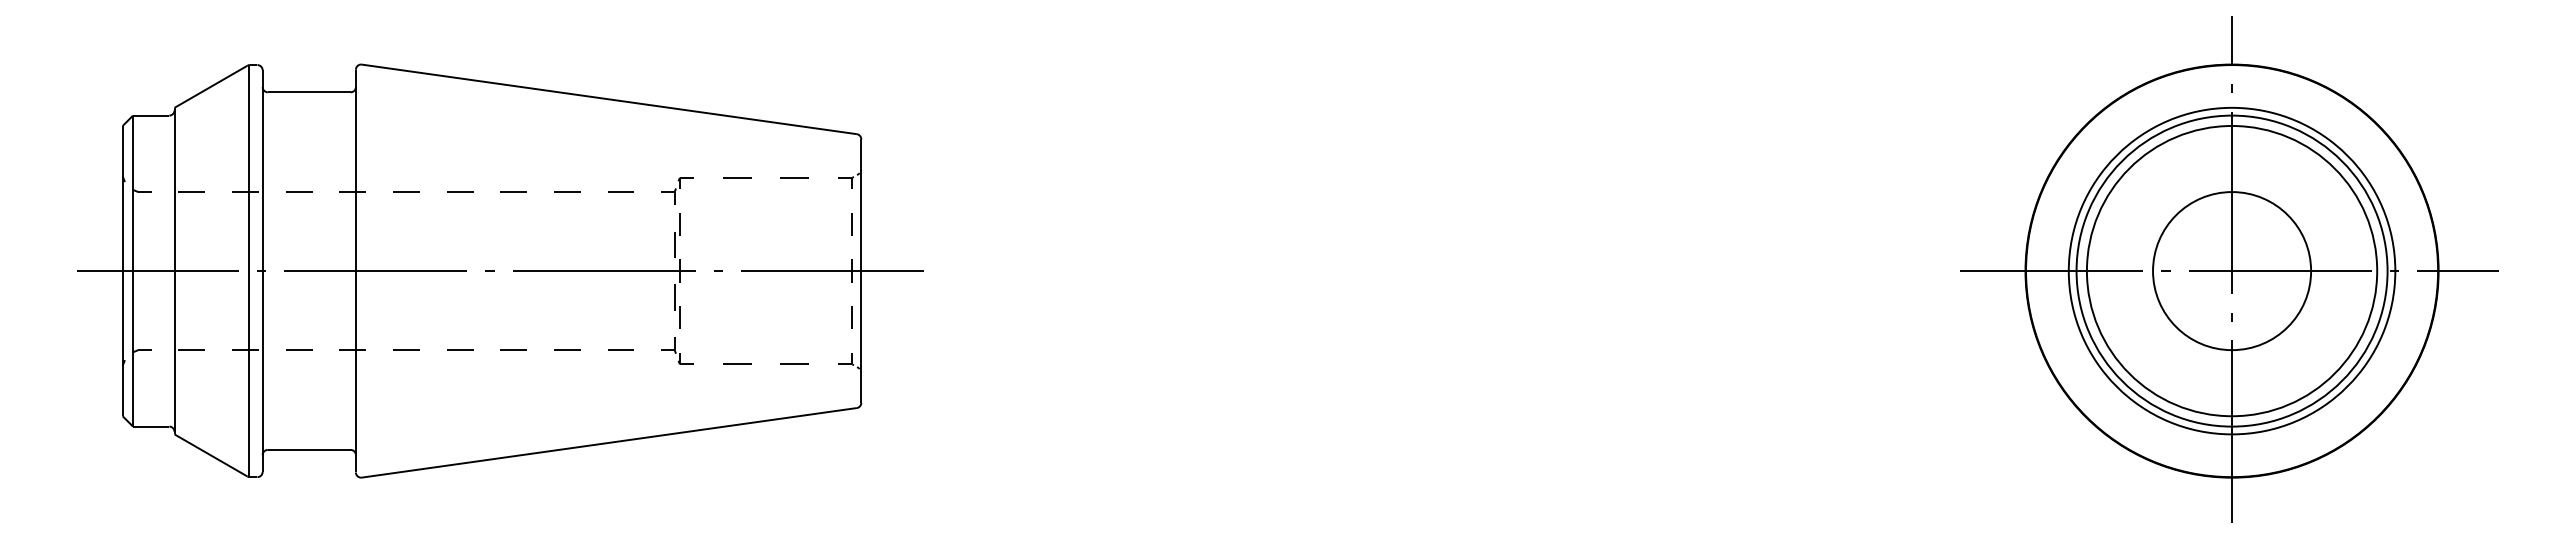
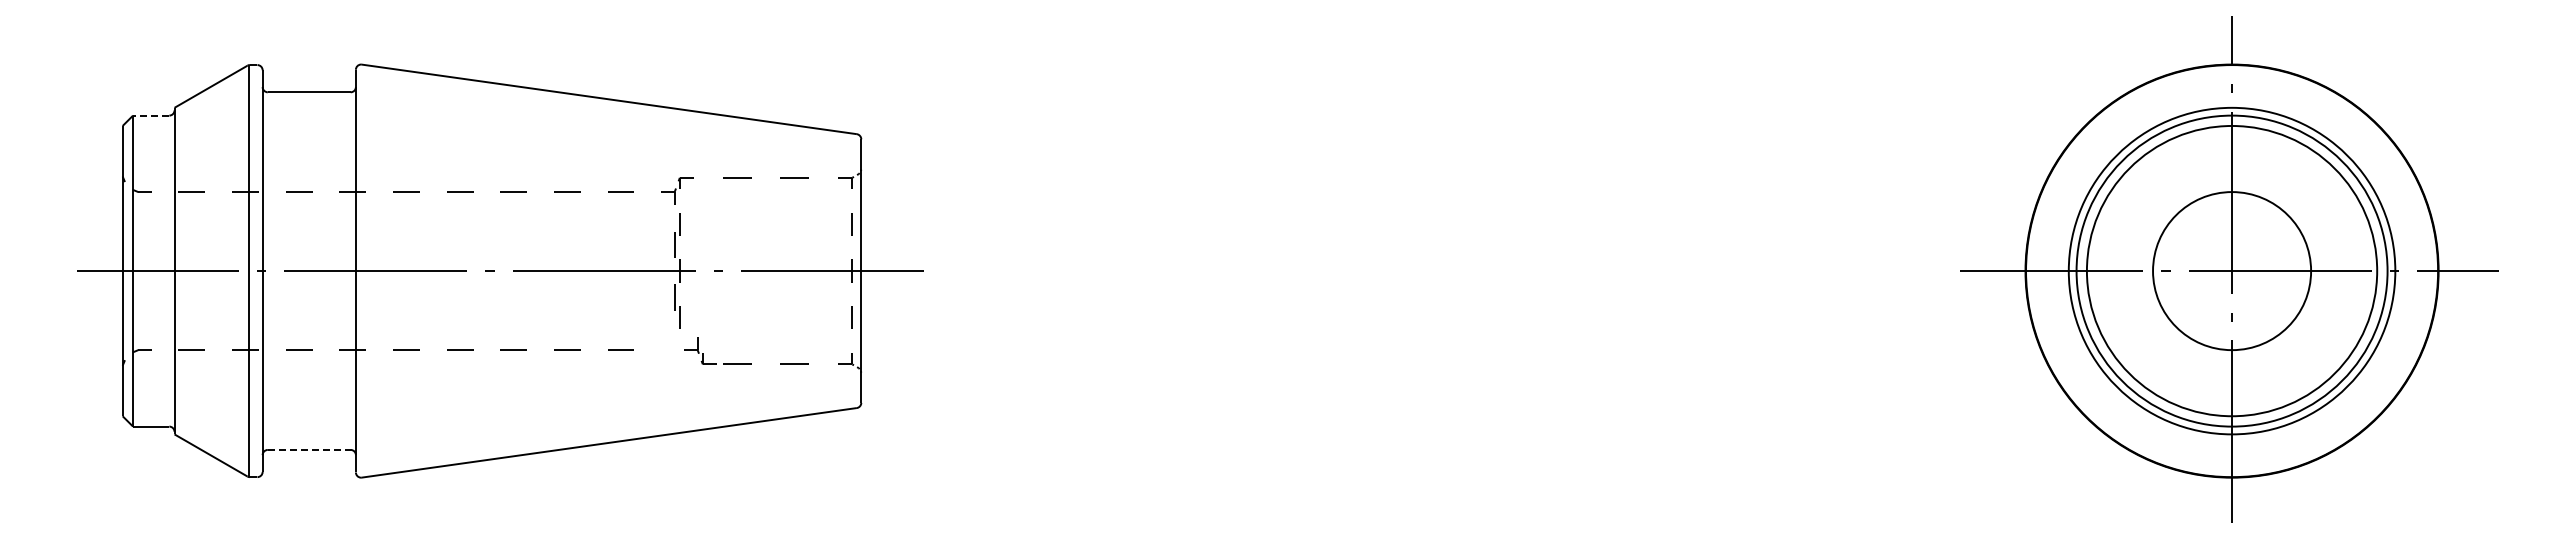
line at (150, 115): solid -> dashed
part at (677, 350) position: (677, 350) -> (700, 350)
line at (309, 449): solid -> dashed
